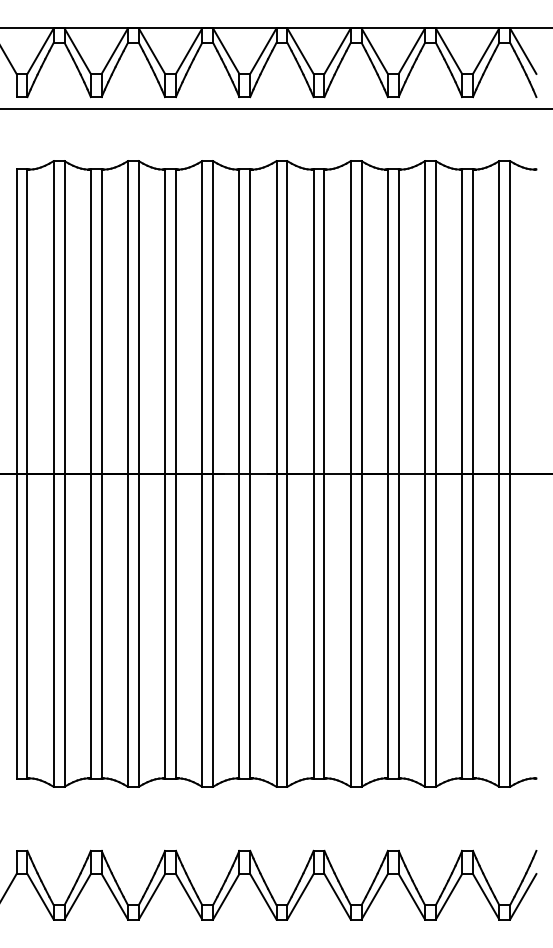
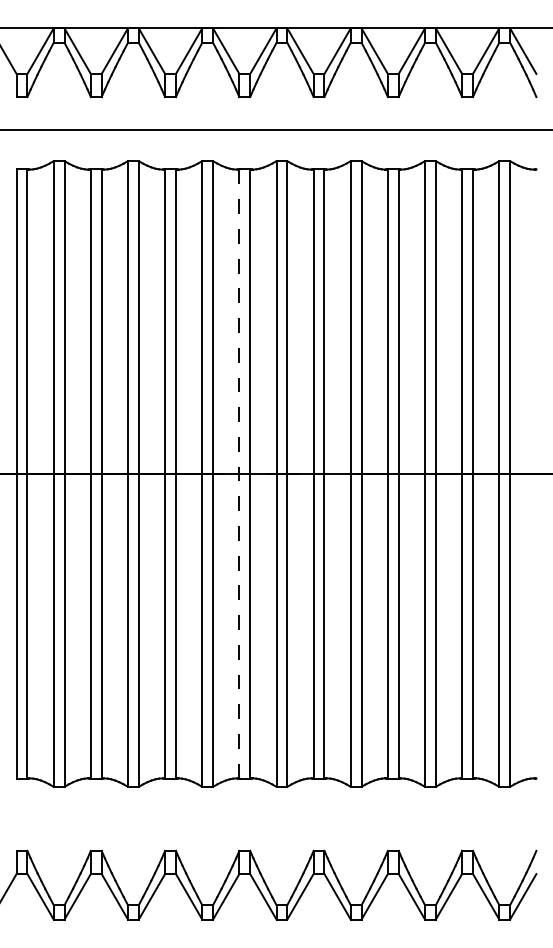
line at (275, 109) position: (275, 109) -> (275, 130)
line at (239, 473): solid -> dashed
